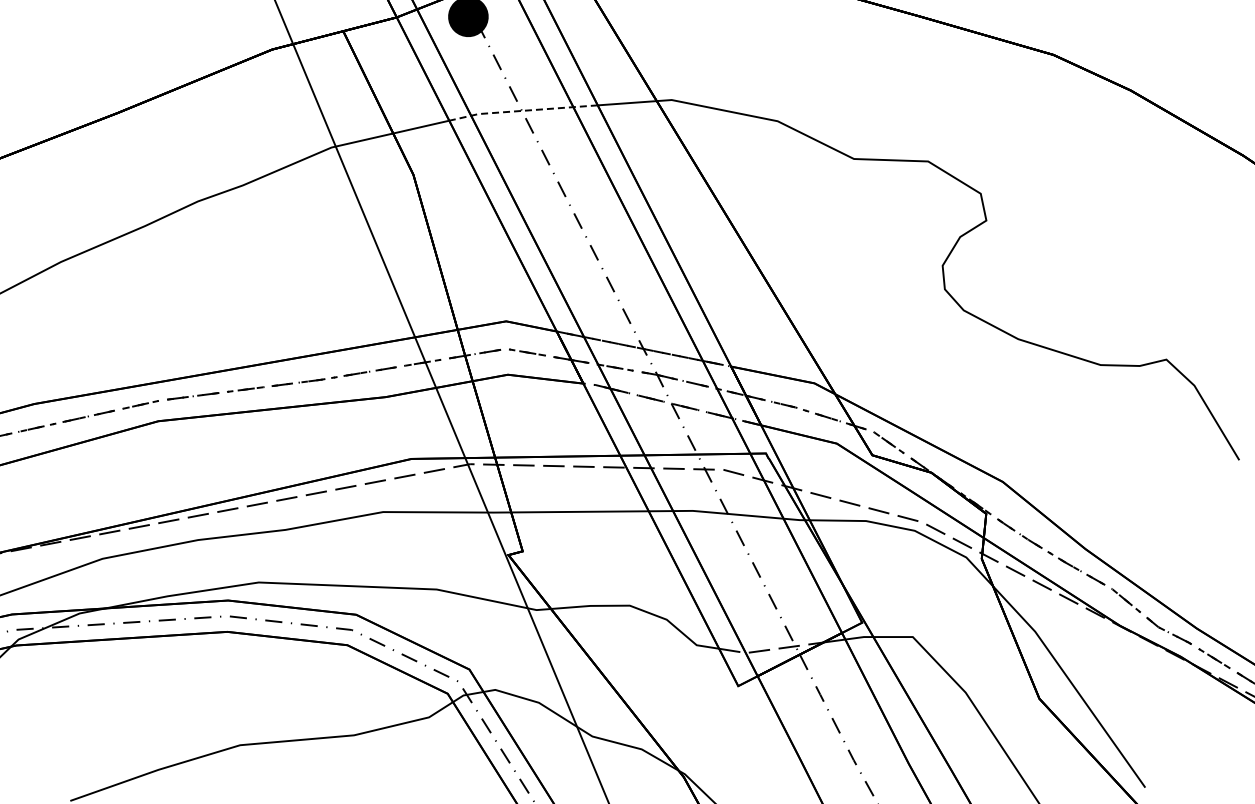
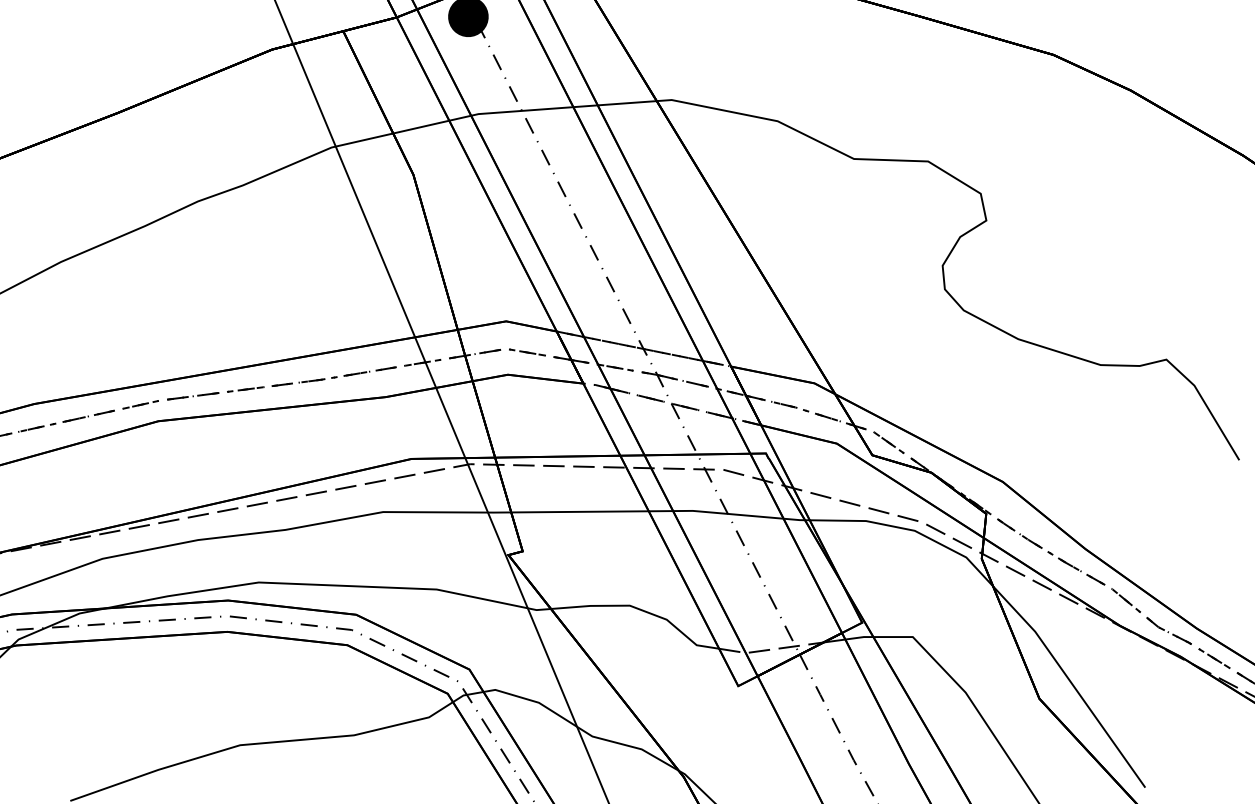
line at (522, 110): dashed -> solid
